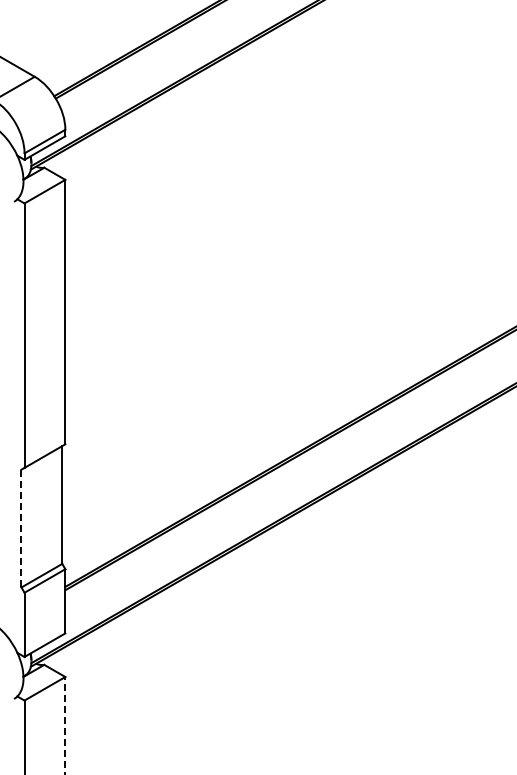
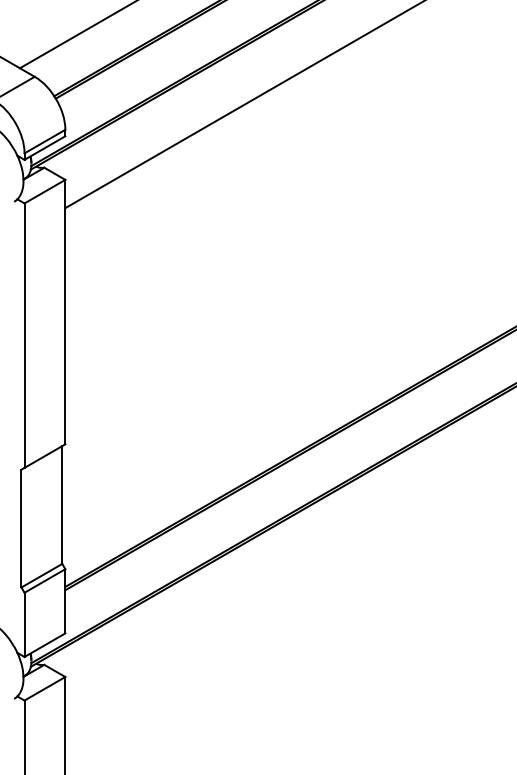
line at (76, 35): none -> present
line at (243, 105): none -> present
line at (21, 528): dashed -> solid
line at (65, 725): dashed -> solid
